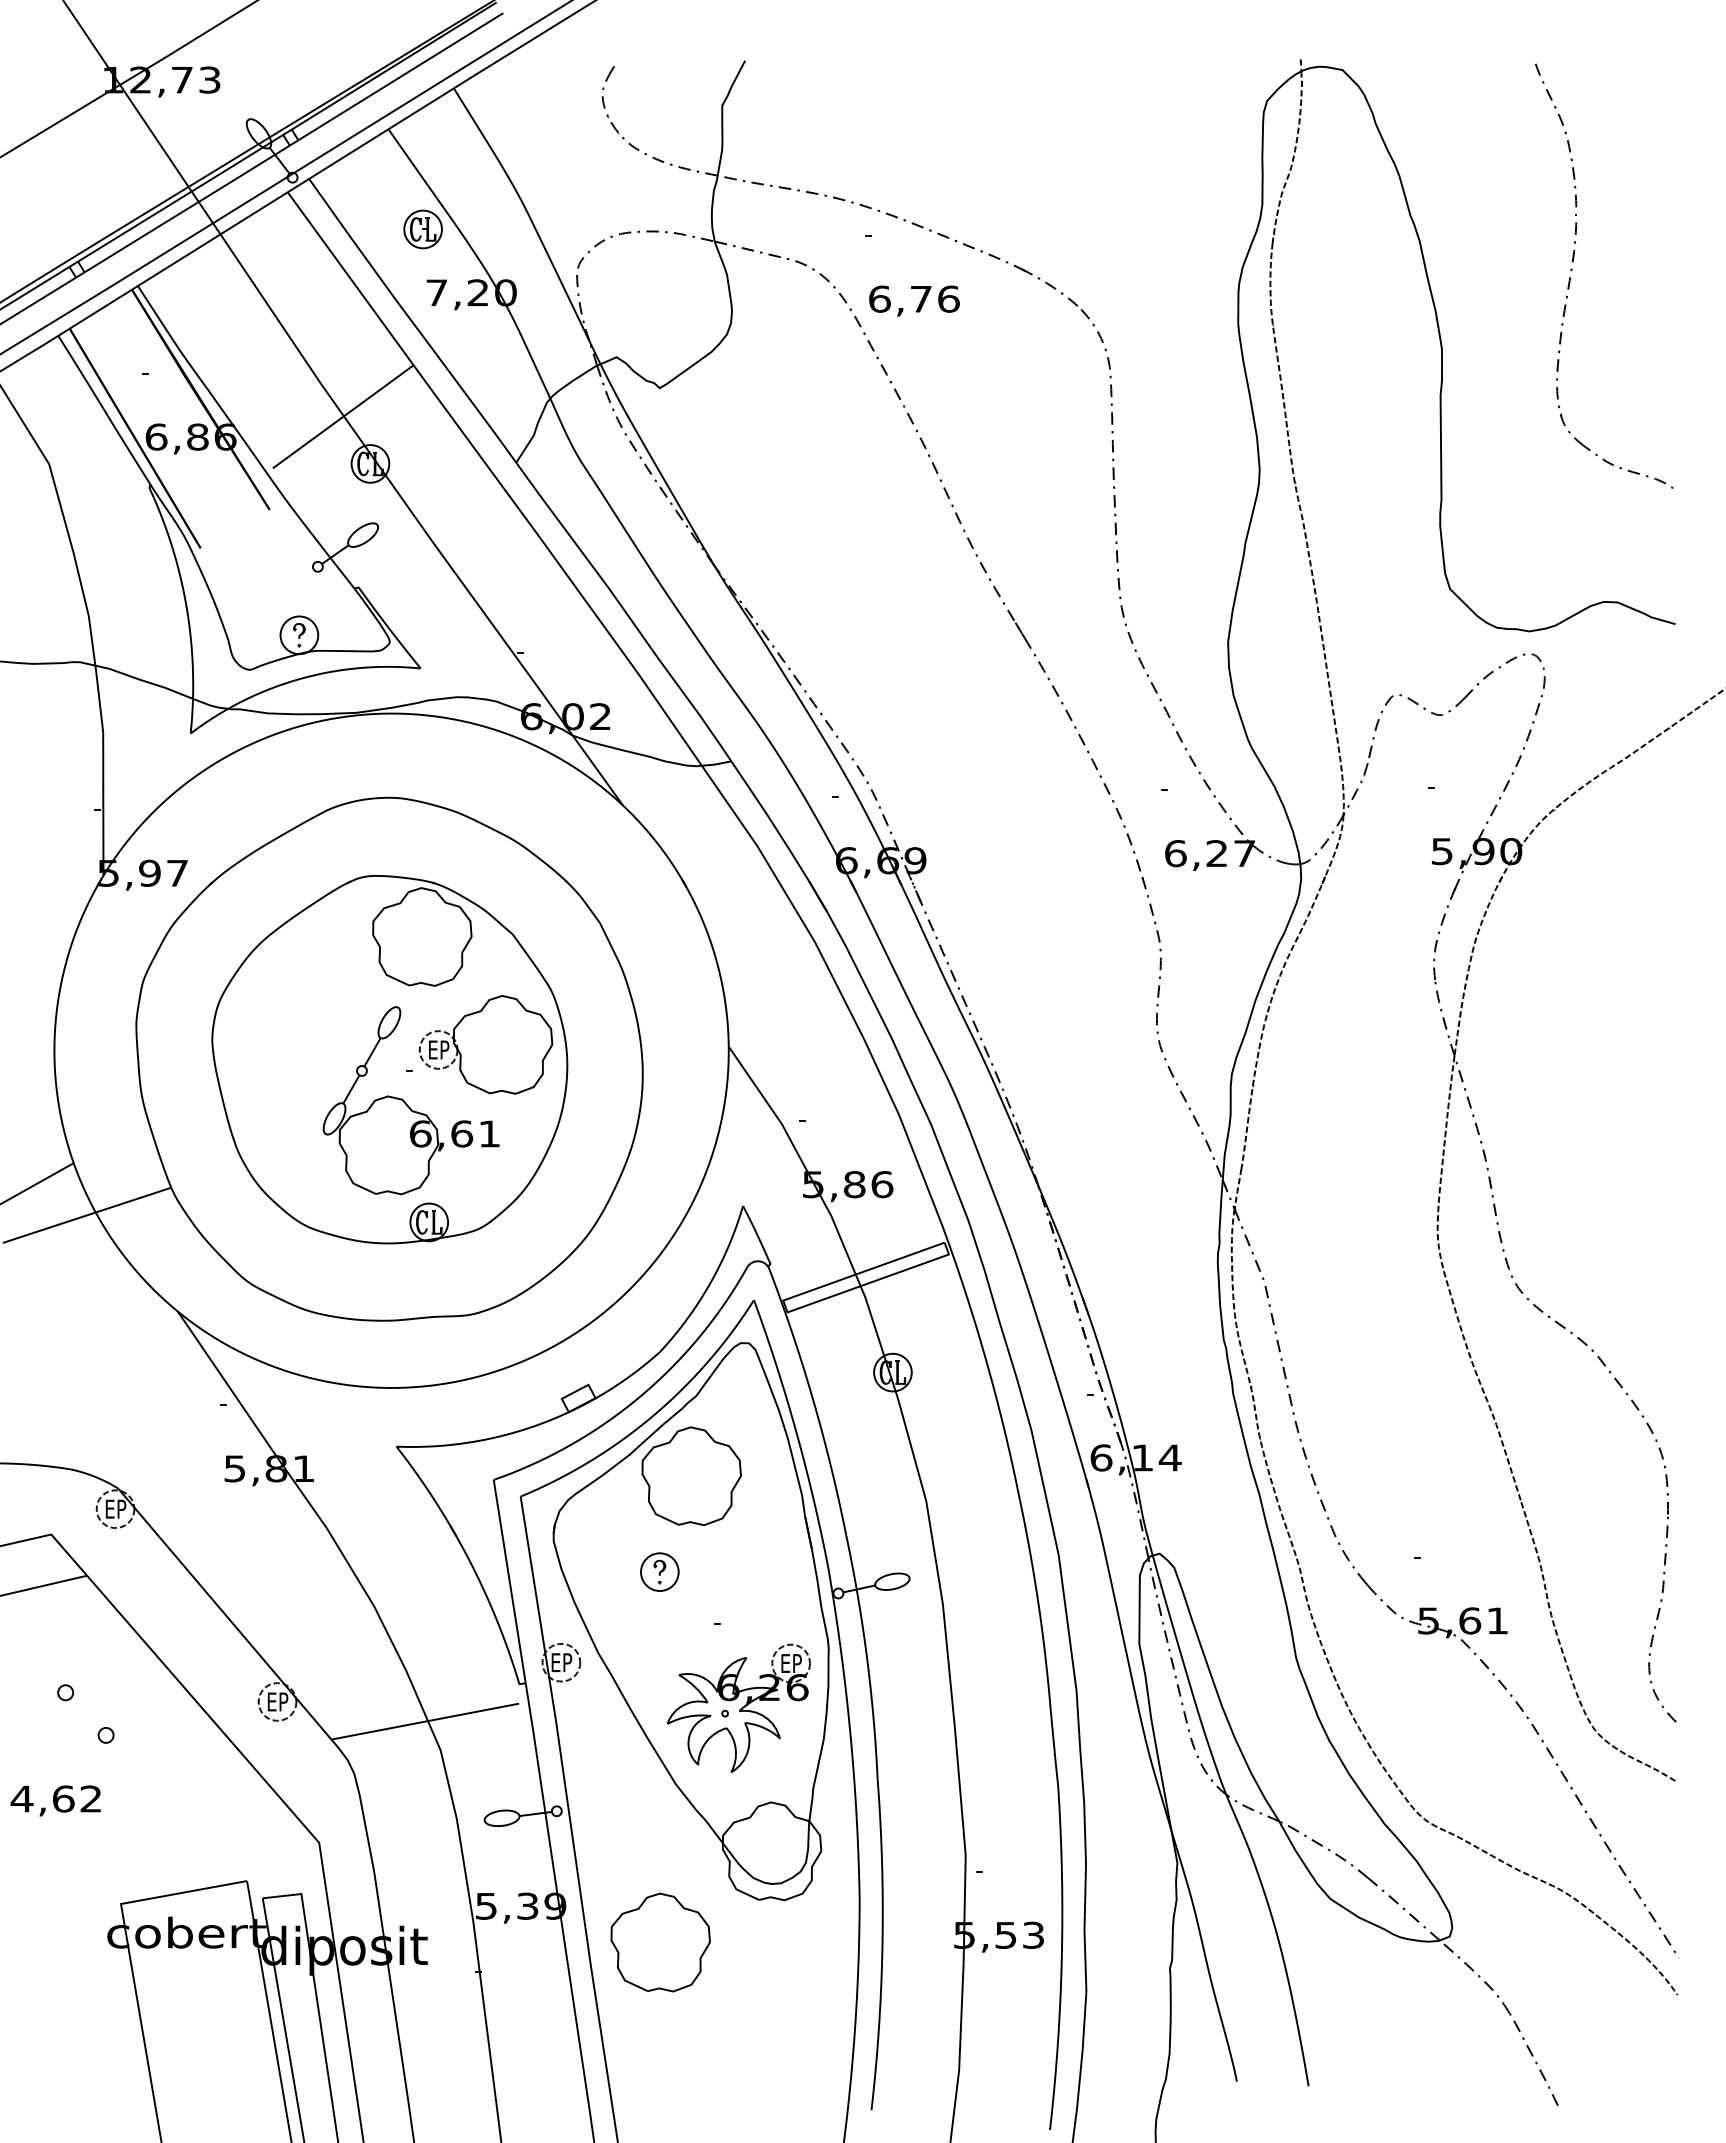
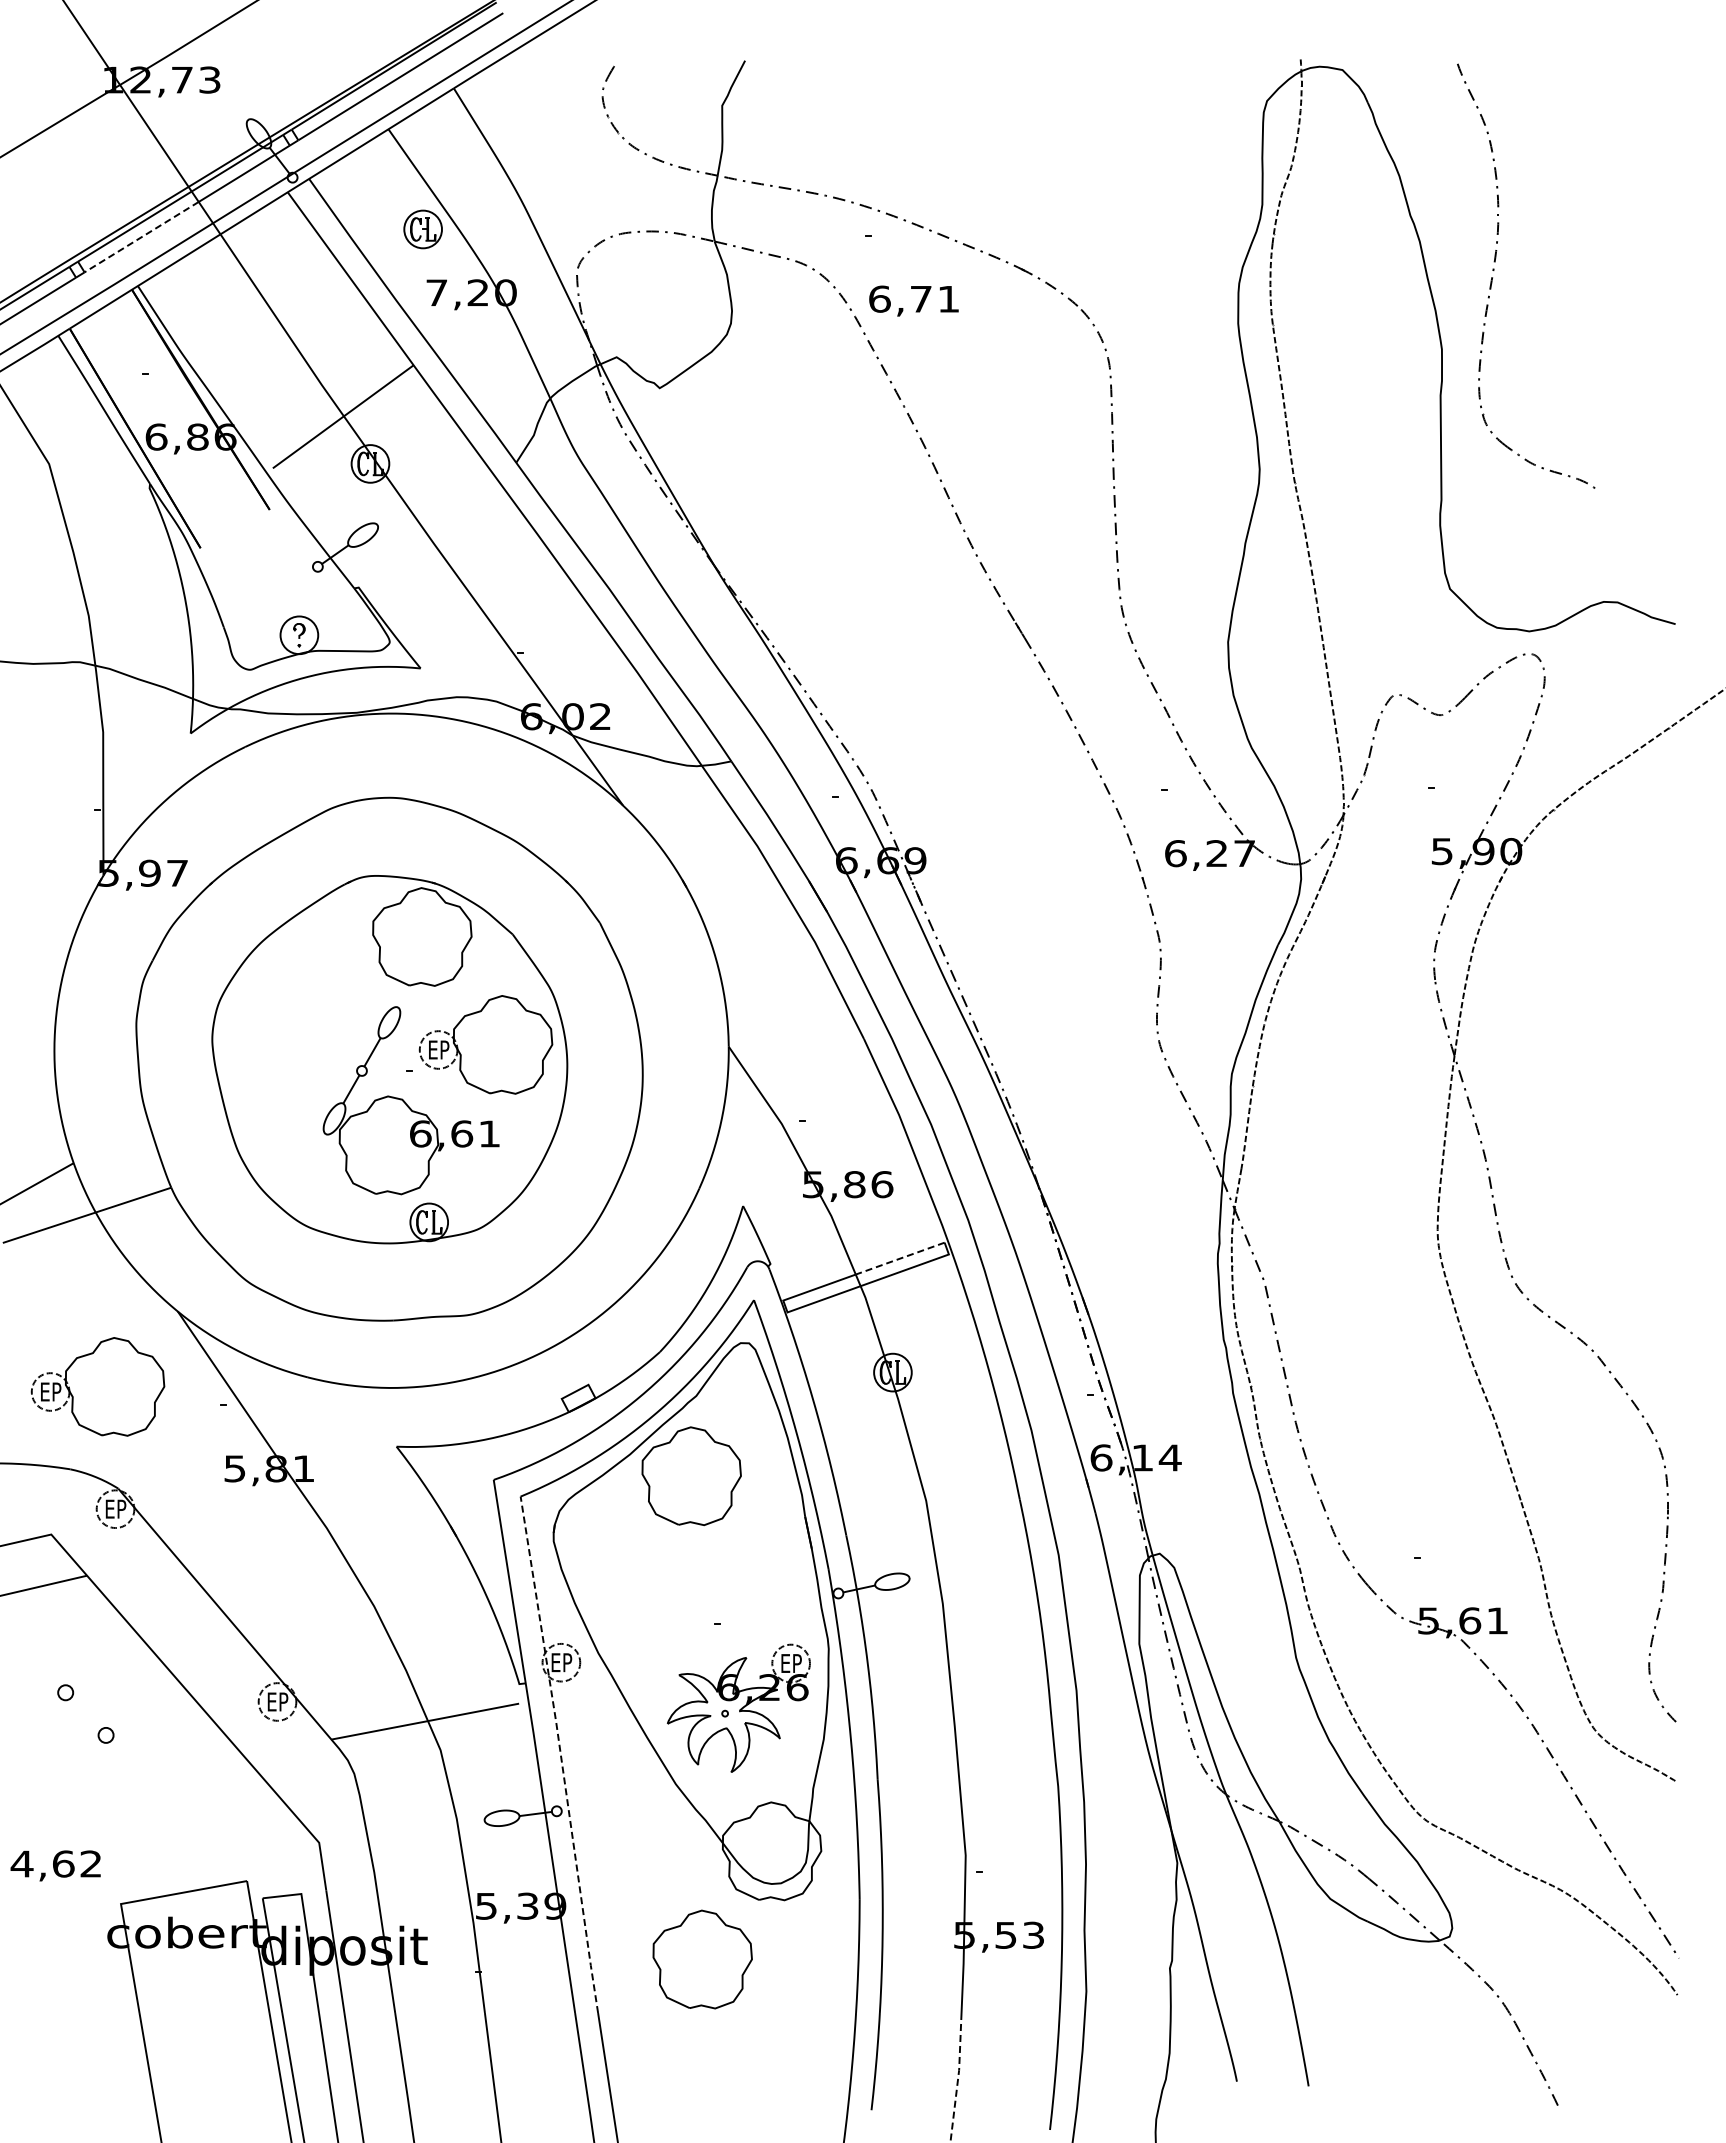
line at (141, 237): solid -> dashed
part at (1572, 270) position: (1572, 270) -> (1494, 270)
text at (948, 298): 6,76 -> 6,71
line at (899, 1258): solid -> dashed
part at (97, 1386): none -> present
part at (659, 1571): present -> none
line at (560, 1755): solid -> dashed
text at (55, 1800) position: (55, 1800) -> (55, 1865)
part at (660, 1942) position: (660, 1942) -> (702, 1959)
line at (958, 2077): solid -> dashed
